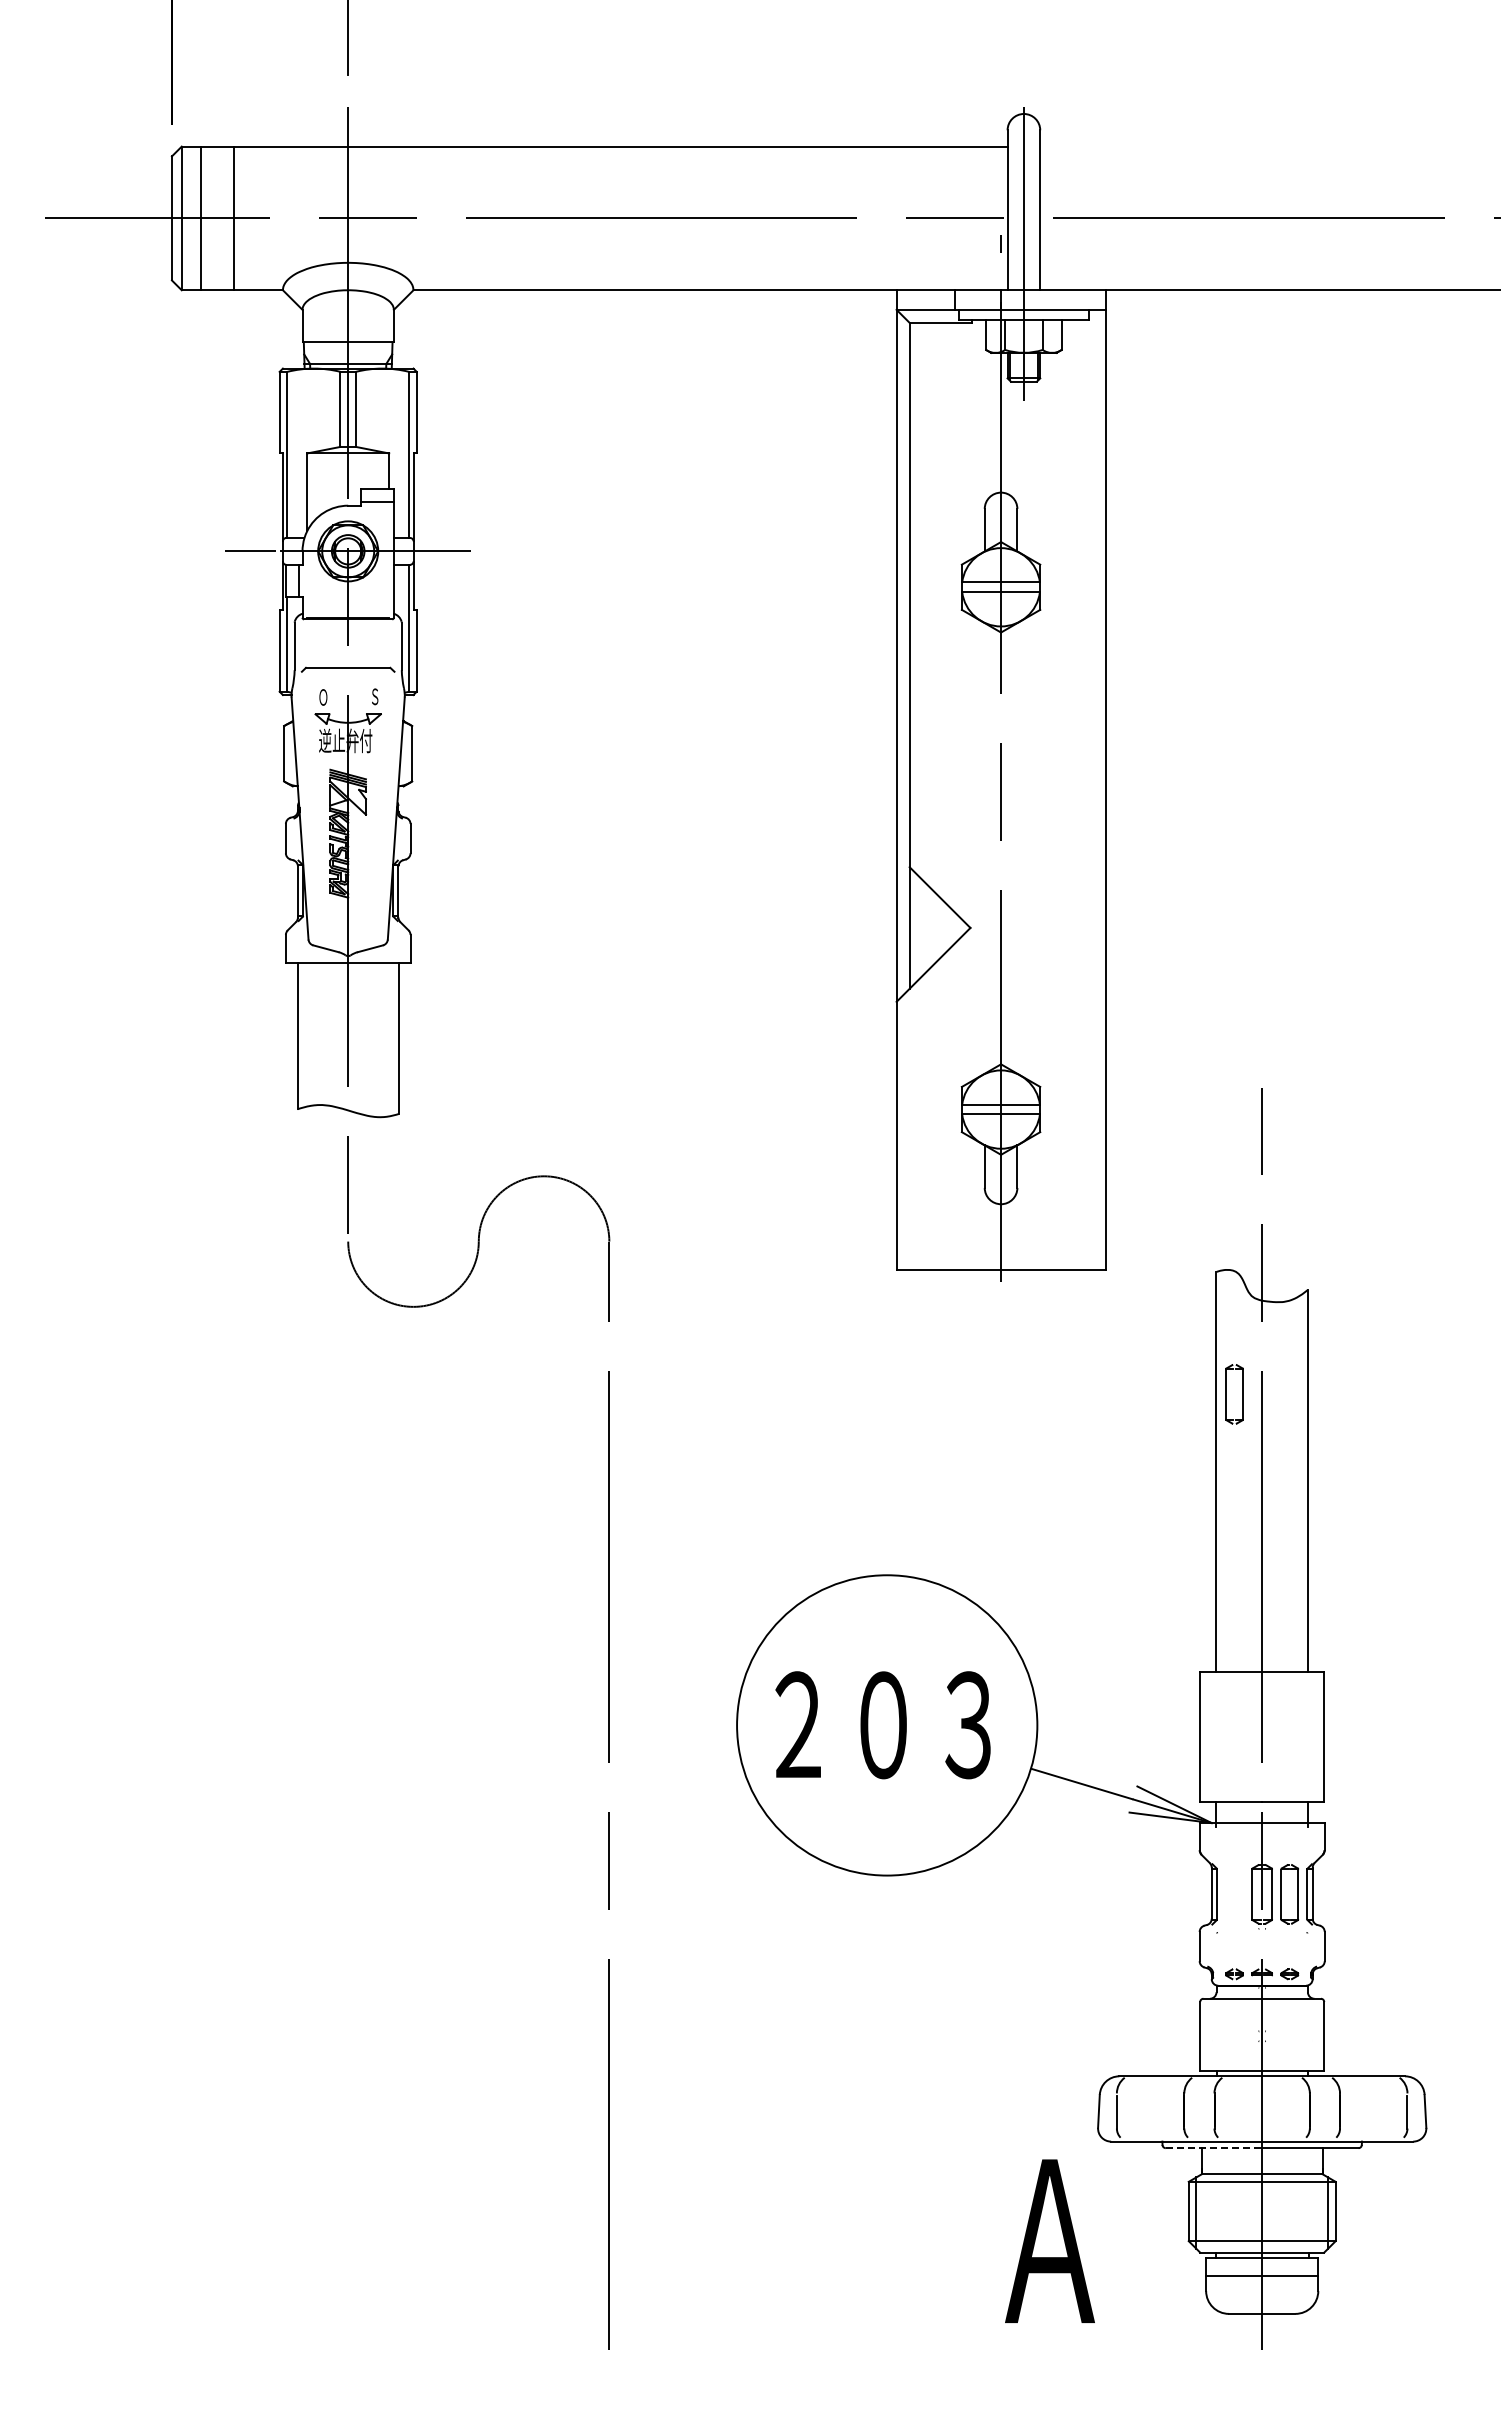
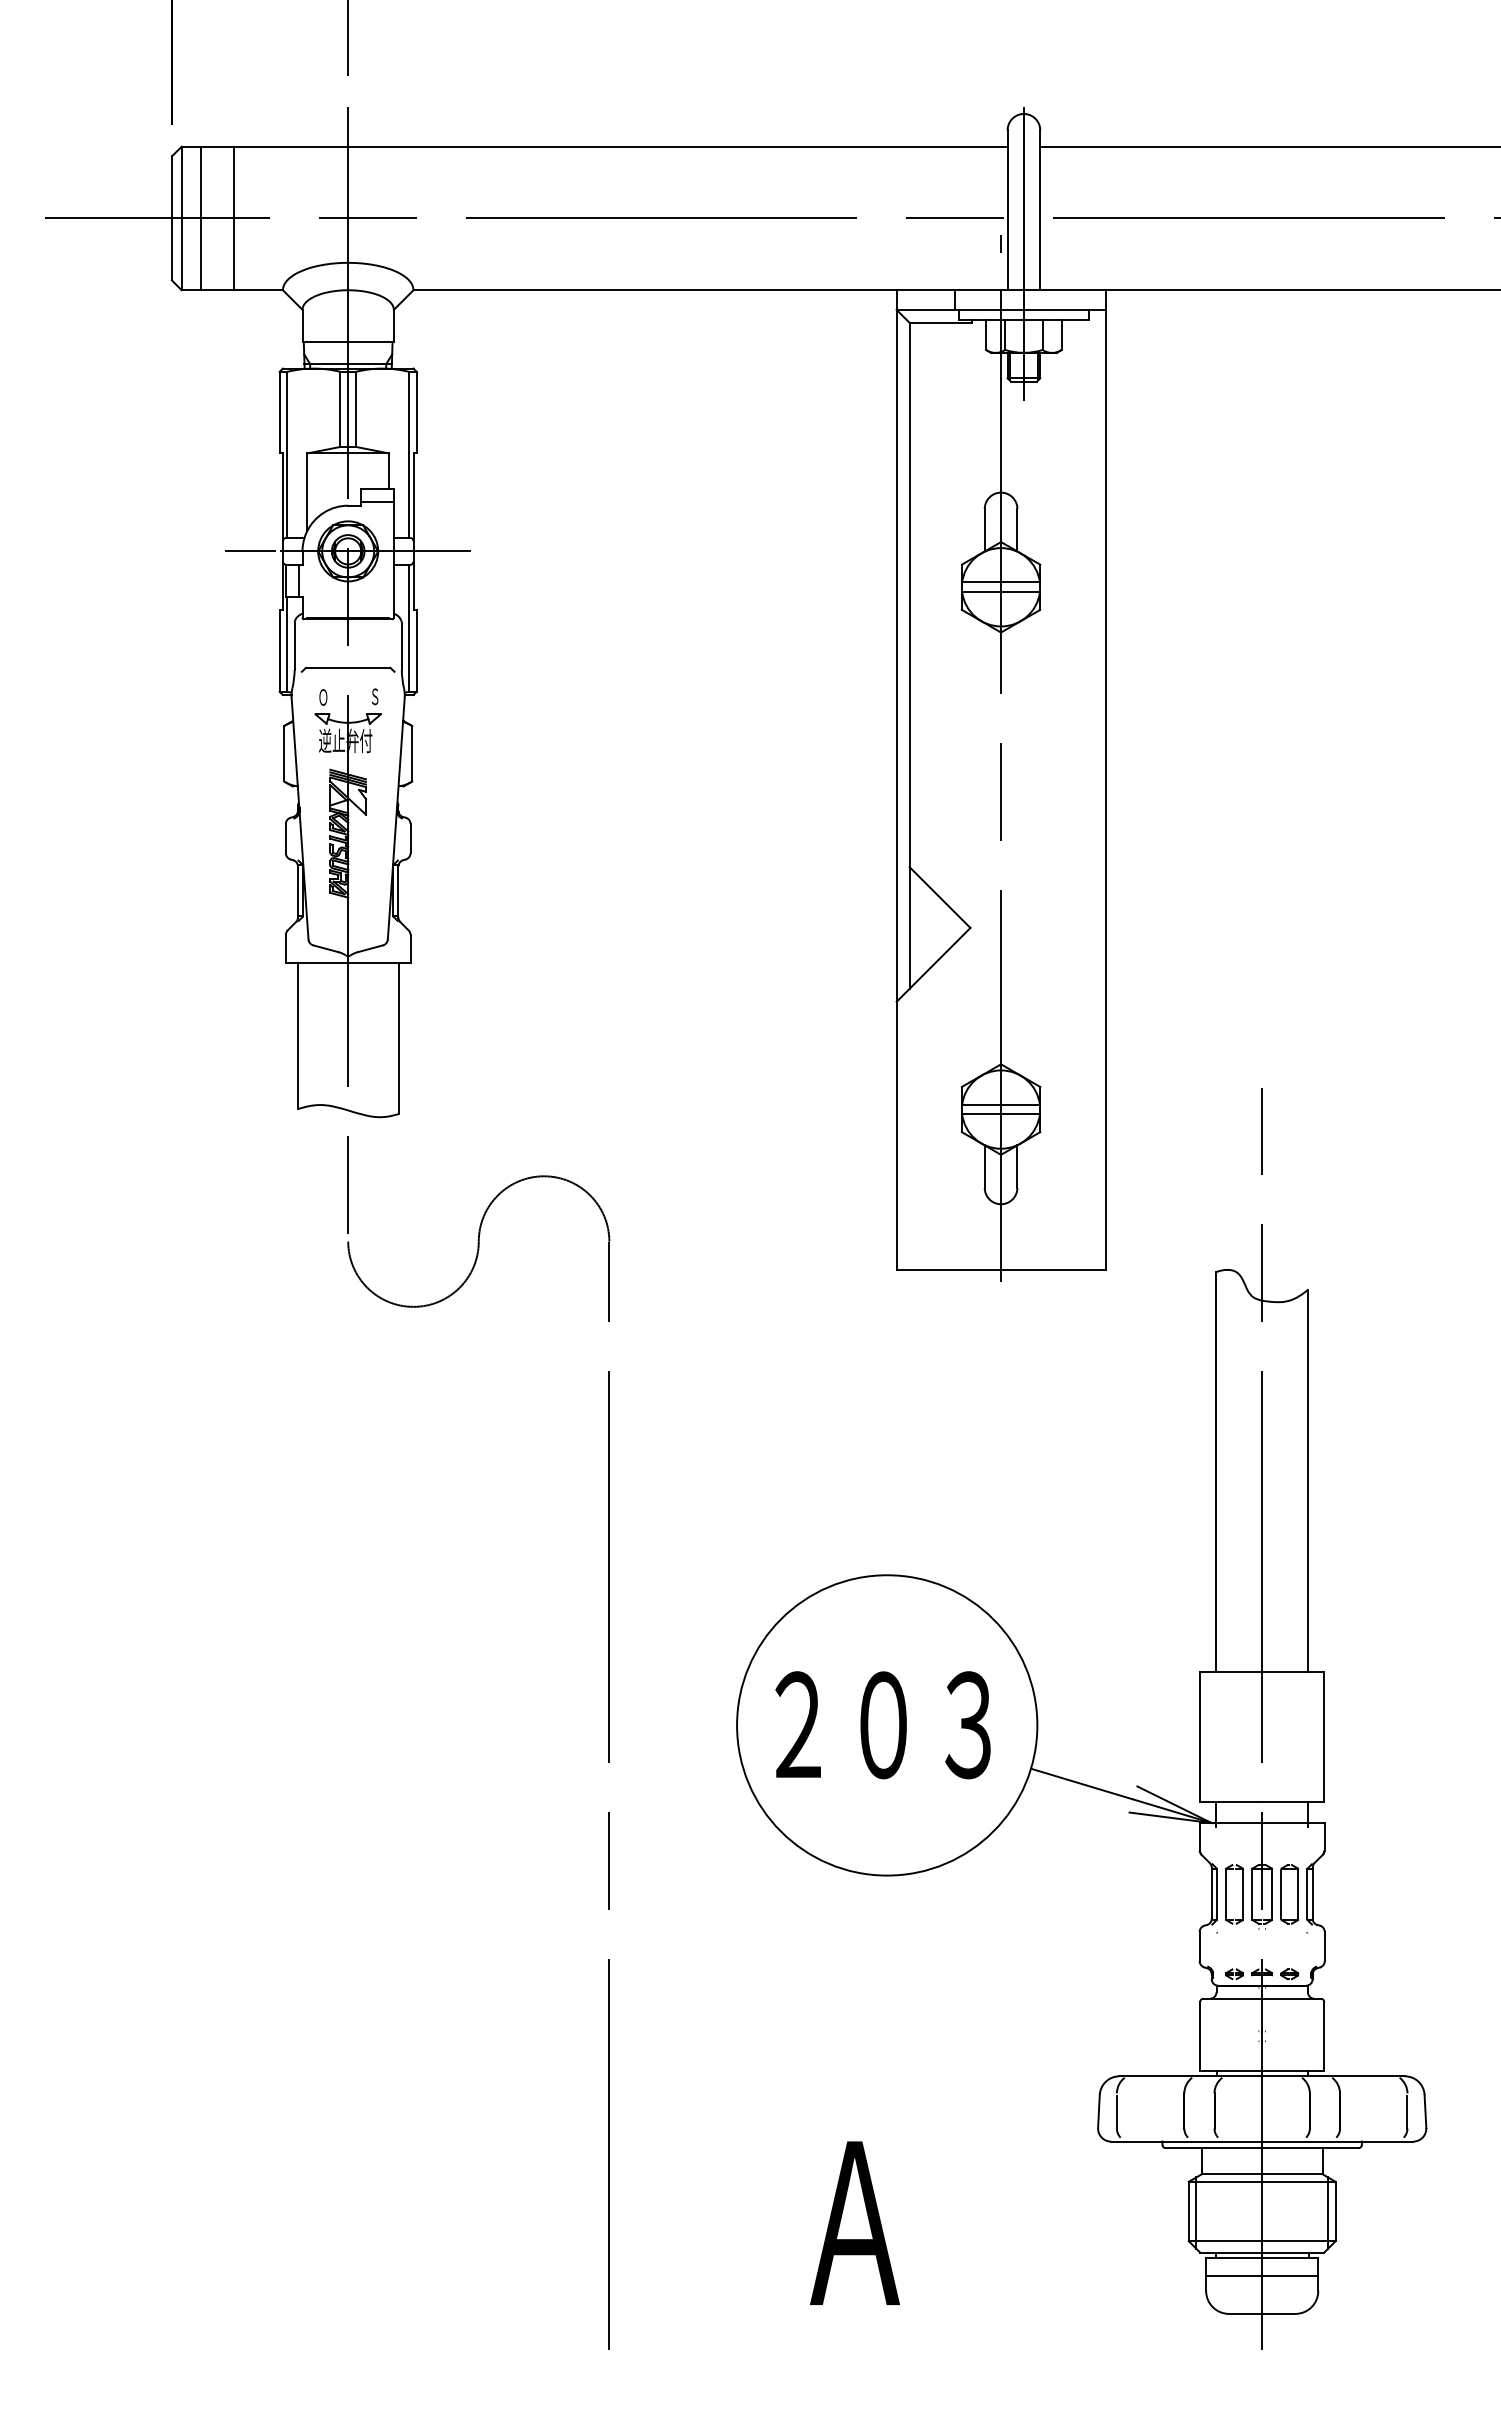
line at (1268, 146): none -> present
part at (1226, 1394) position: (1226, 1394) -> (1226, 1894)
line at (1214, 2148): dashed -> solid
text at (1049, 2240) position: (1049, 2240) -> (854, 2222)
